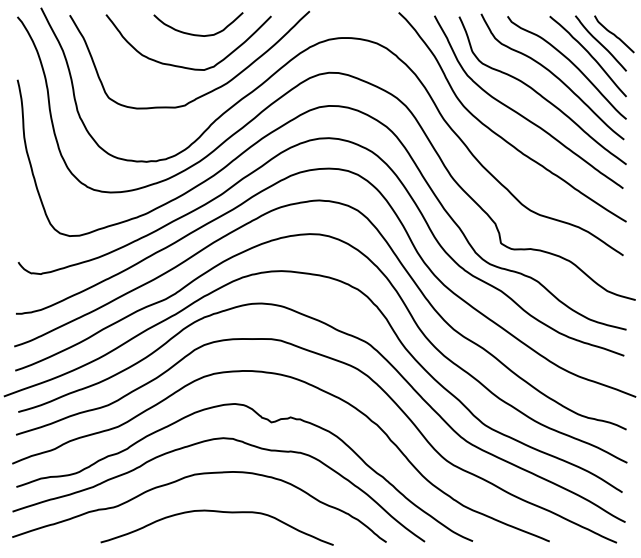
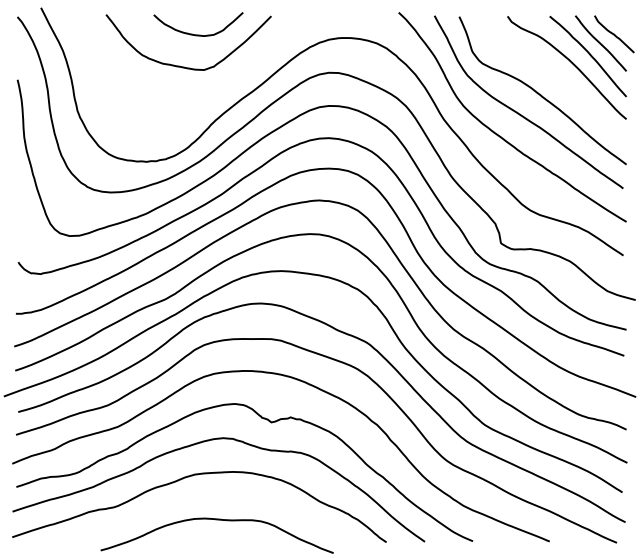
curve at (553, 75): present -> none
curve at (206, 92): present -> none
curve at (216, 512) position: (216, 512) -> (216, 520)
